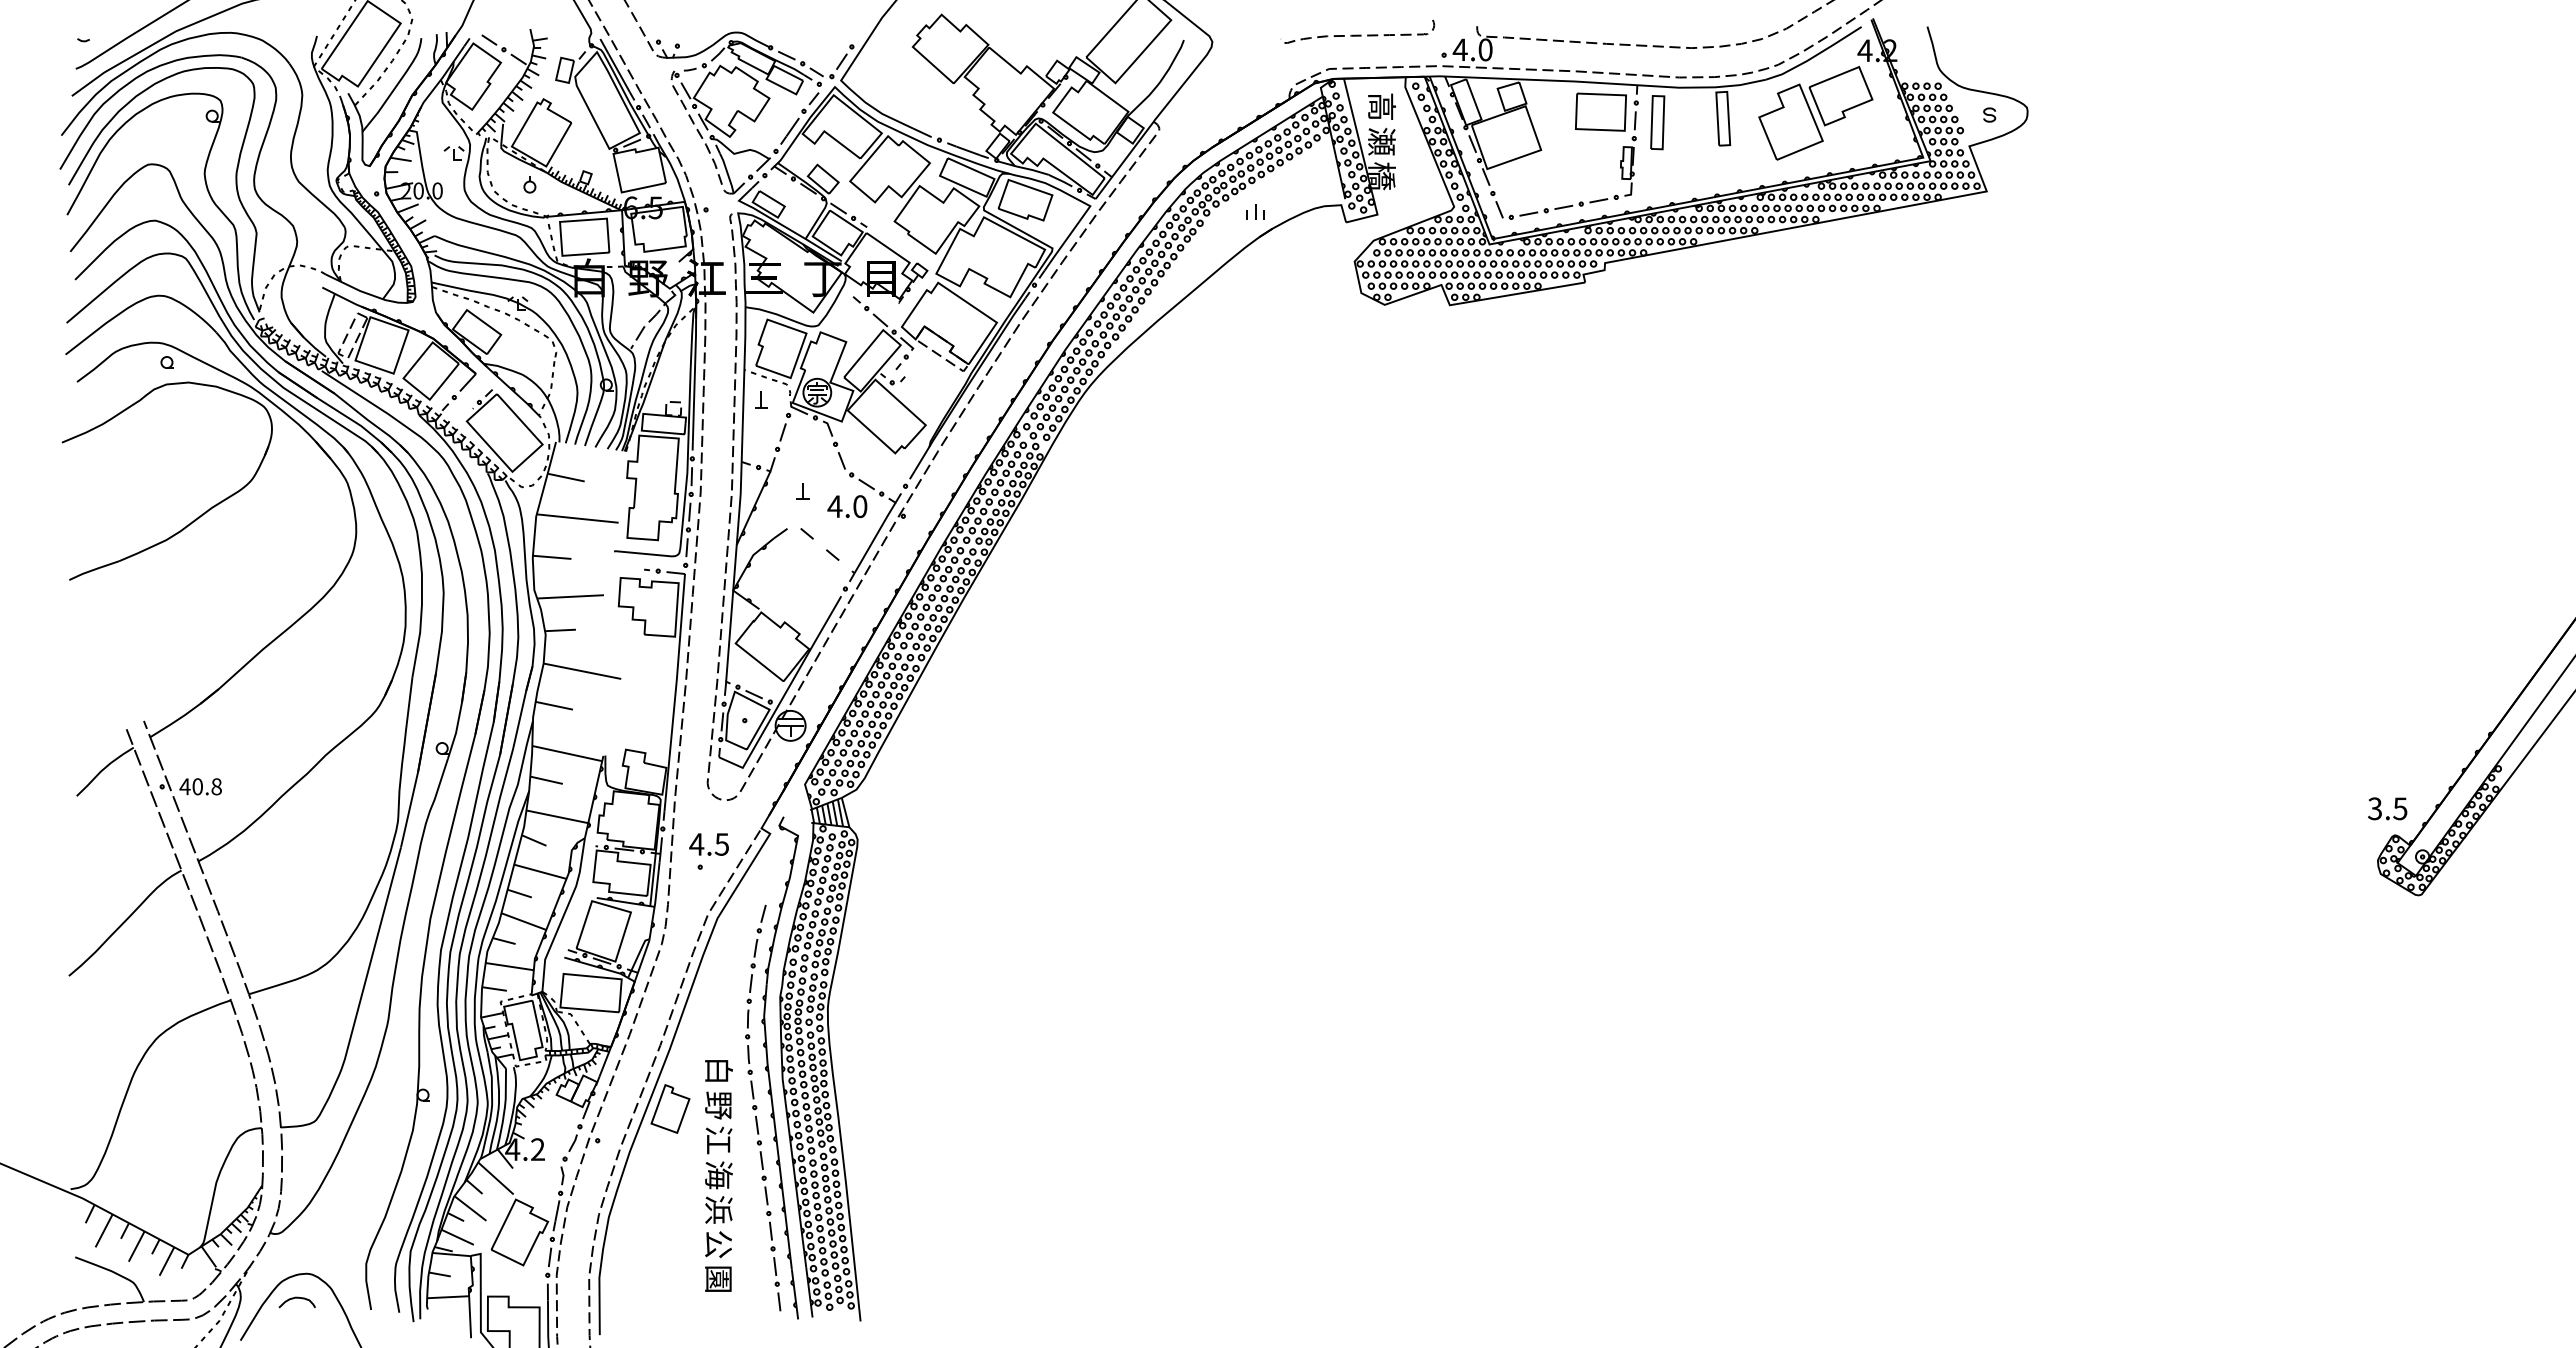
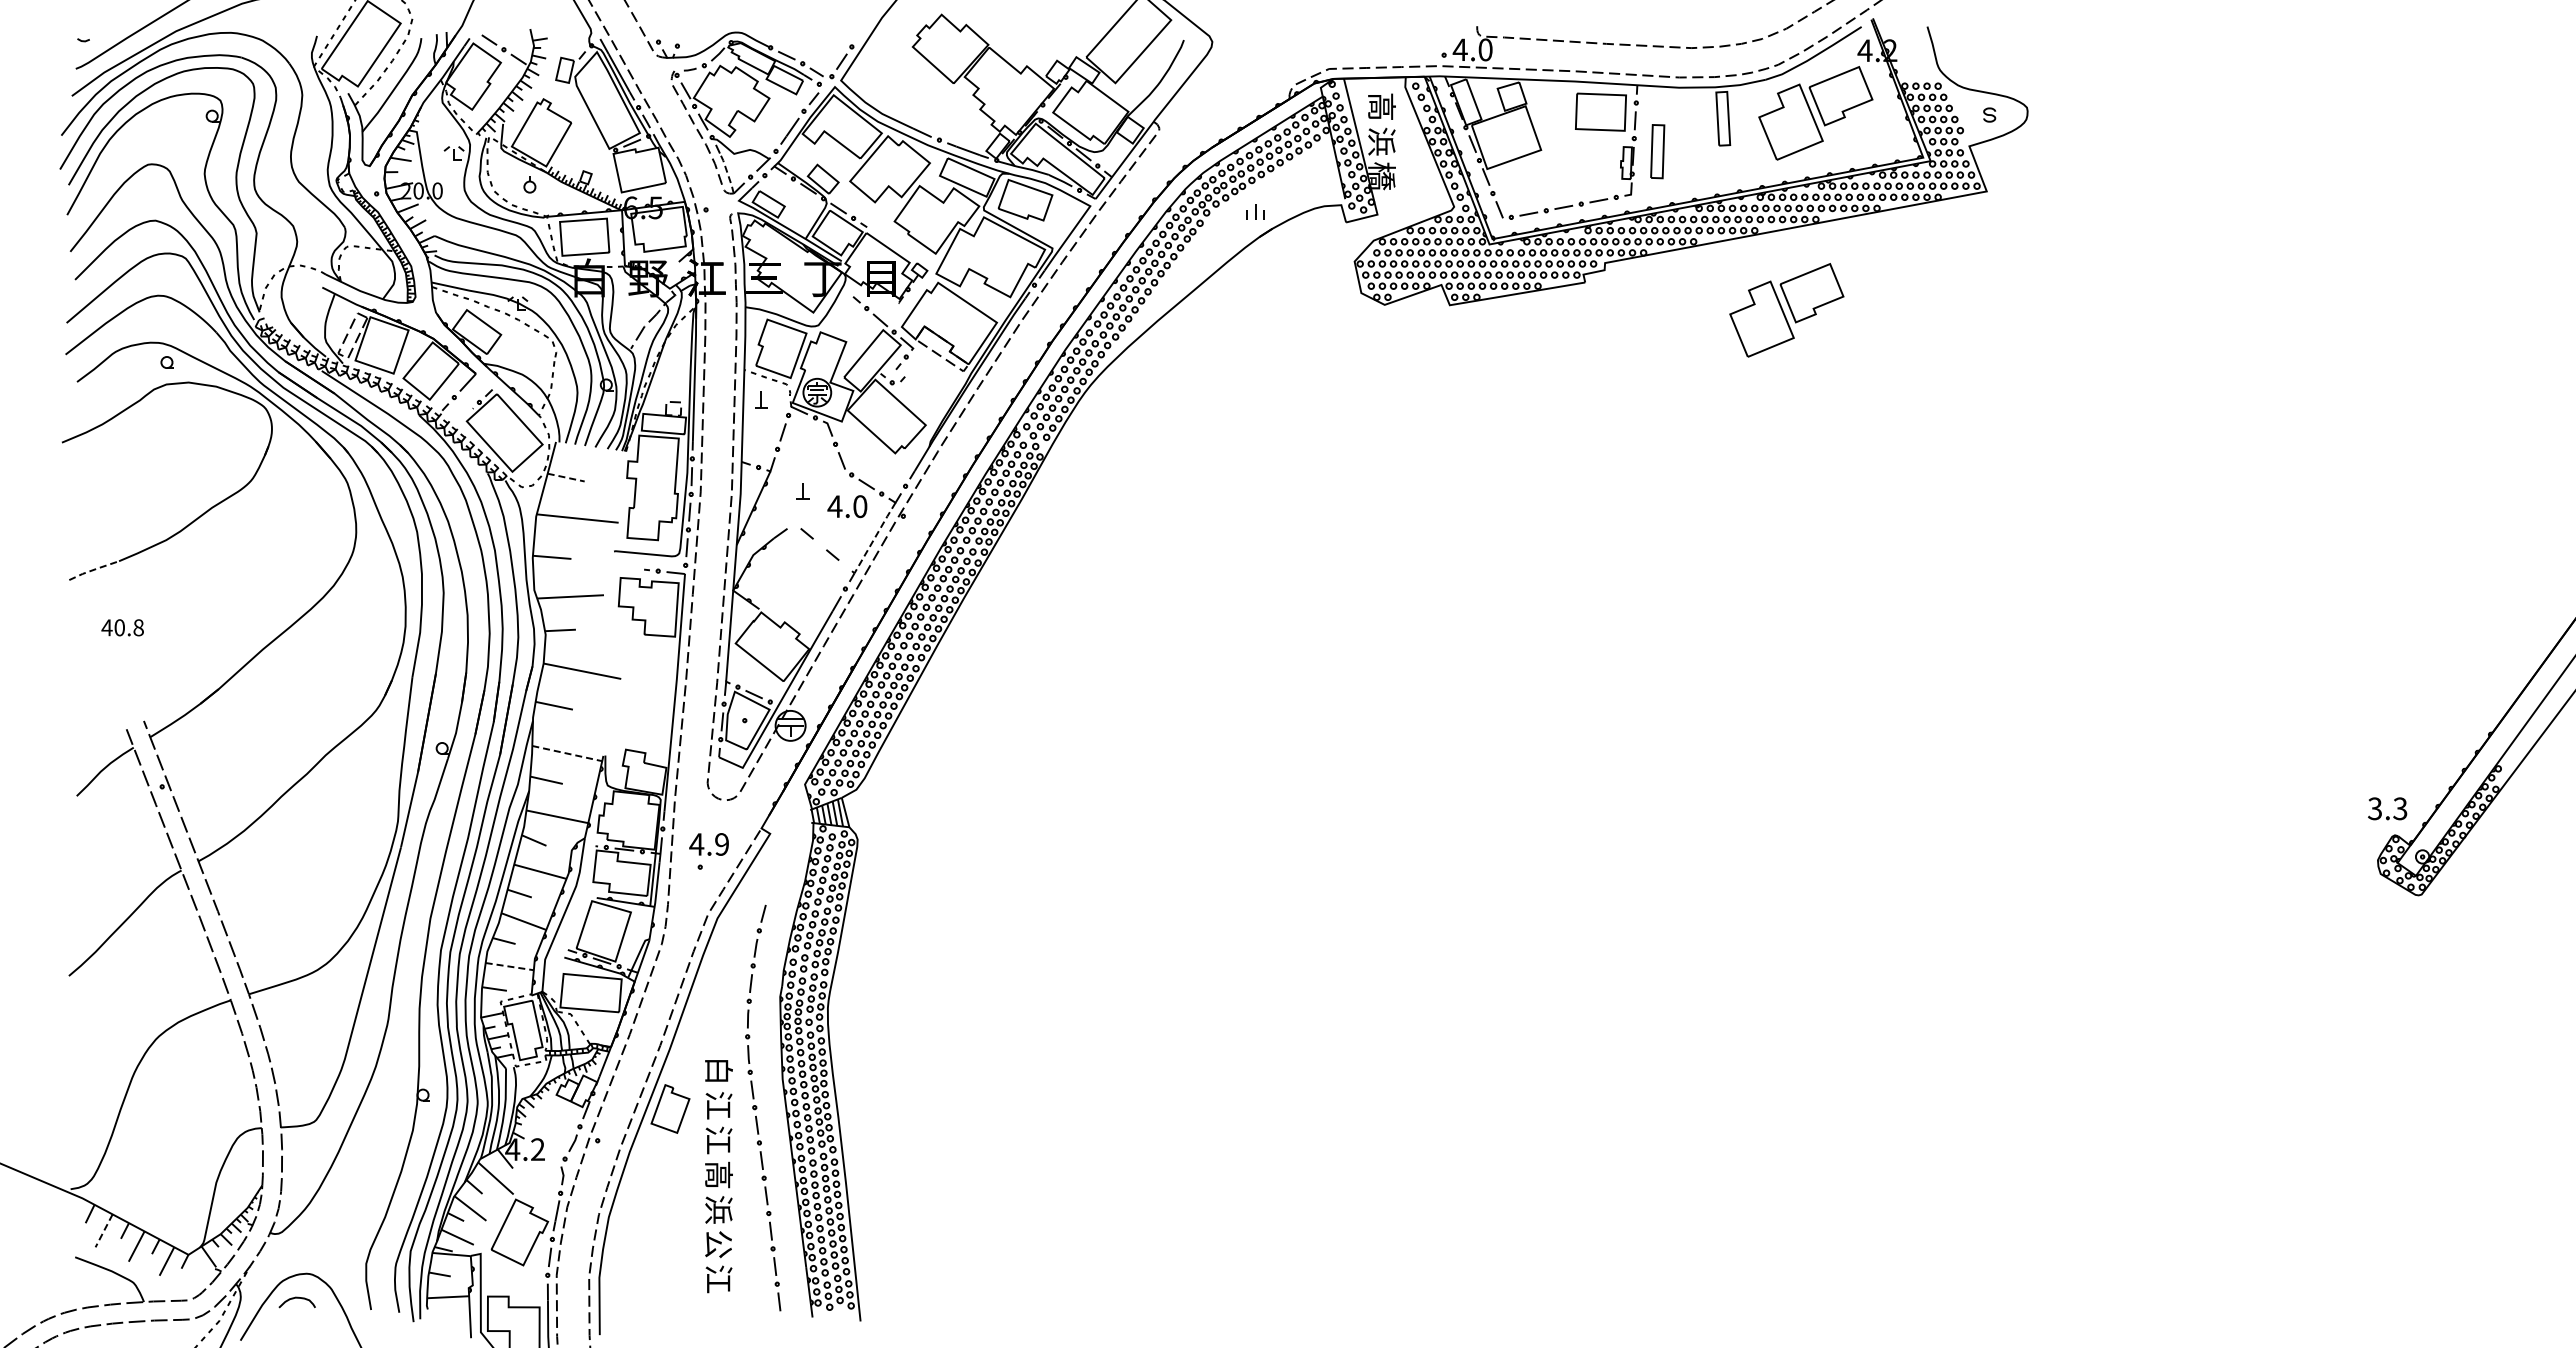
curve at (1357, 34): present -> none
part at (1657, 122) position: (1657, 122) -> (1657, 151)
text at (1381, 141): 瀬 -> 浜
line at (727, 172): solid -> dashed
part at (1786, 310): none -> present
line at (566, 477): solid -> dashed
line at (874, 537): solid -> dashed
line at (94, 569): solid -> dashed
line at (567, 753): solid -> dashed
text at (200, 786) position: (200, 786) -> (122, 627)
text at (2400, 808): 3.5 -> 3.3
text at (721, 844): 4.5 -> 4.9
line at (510, 966): solid -> dashed
part at (769, 1069): present -> none
text at (718, 1105): 野 -> 江
text at (718, 1175): 海 -> 高
line at (104, 1230): solid -> dashed
text at (718, 1279): 園 -> 江
